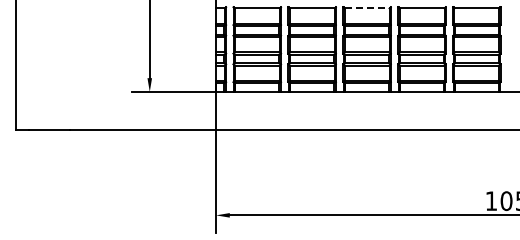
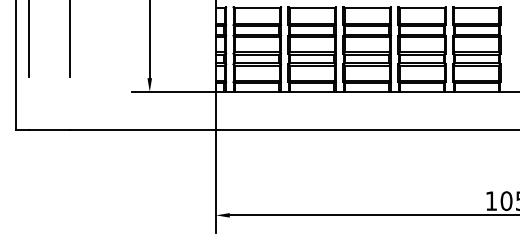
line at (367, 8): dashed -> solid
line at (29, 39): none -> present
line at (70, 39): none -> present
